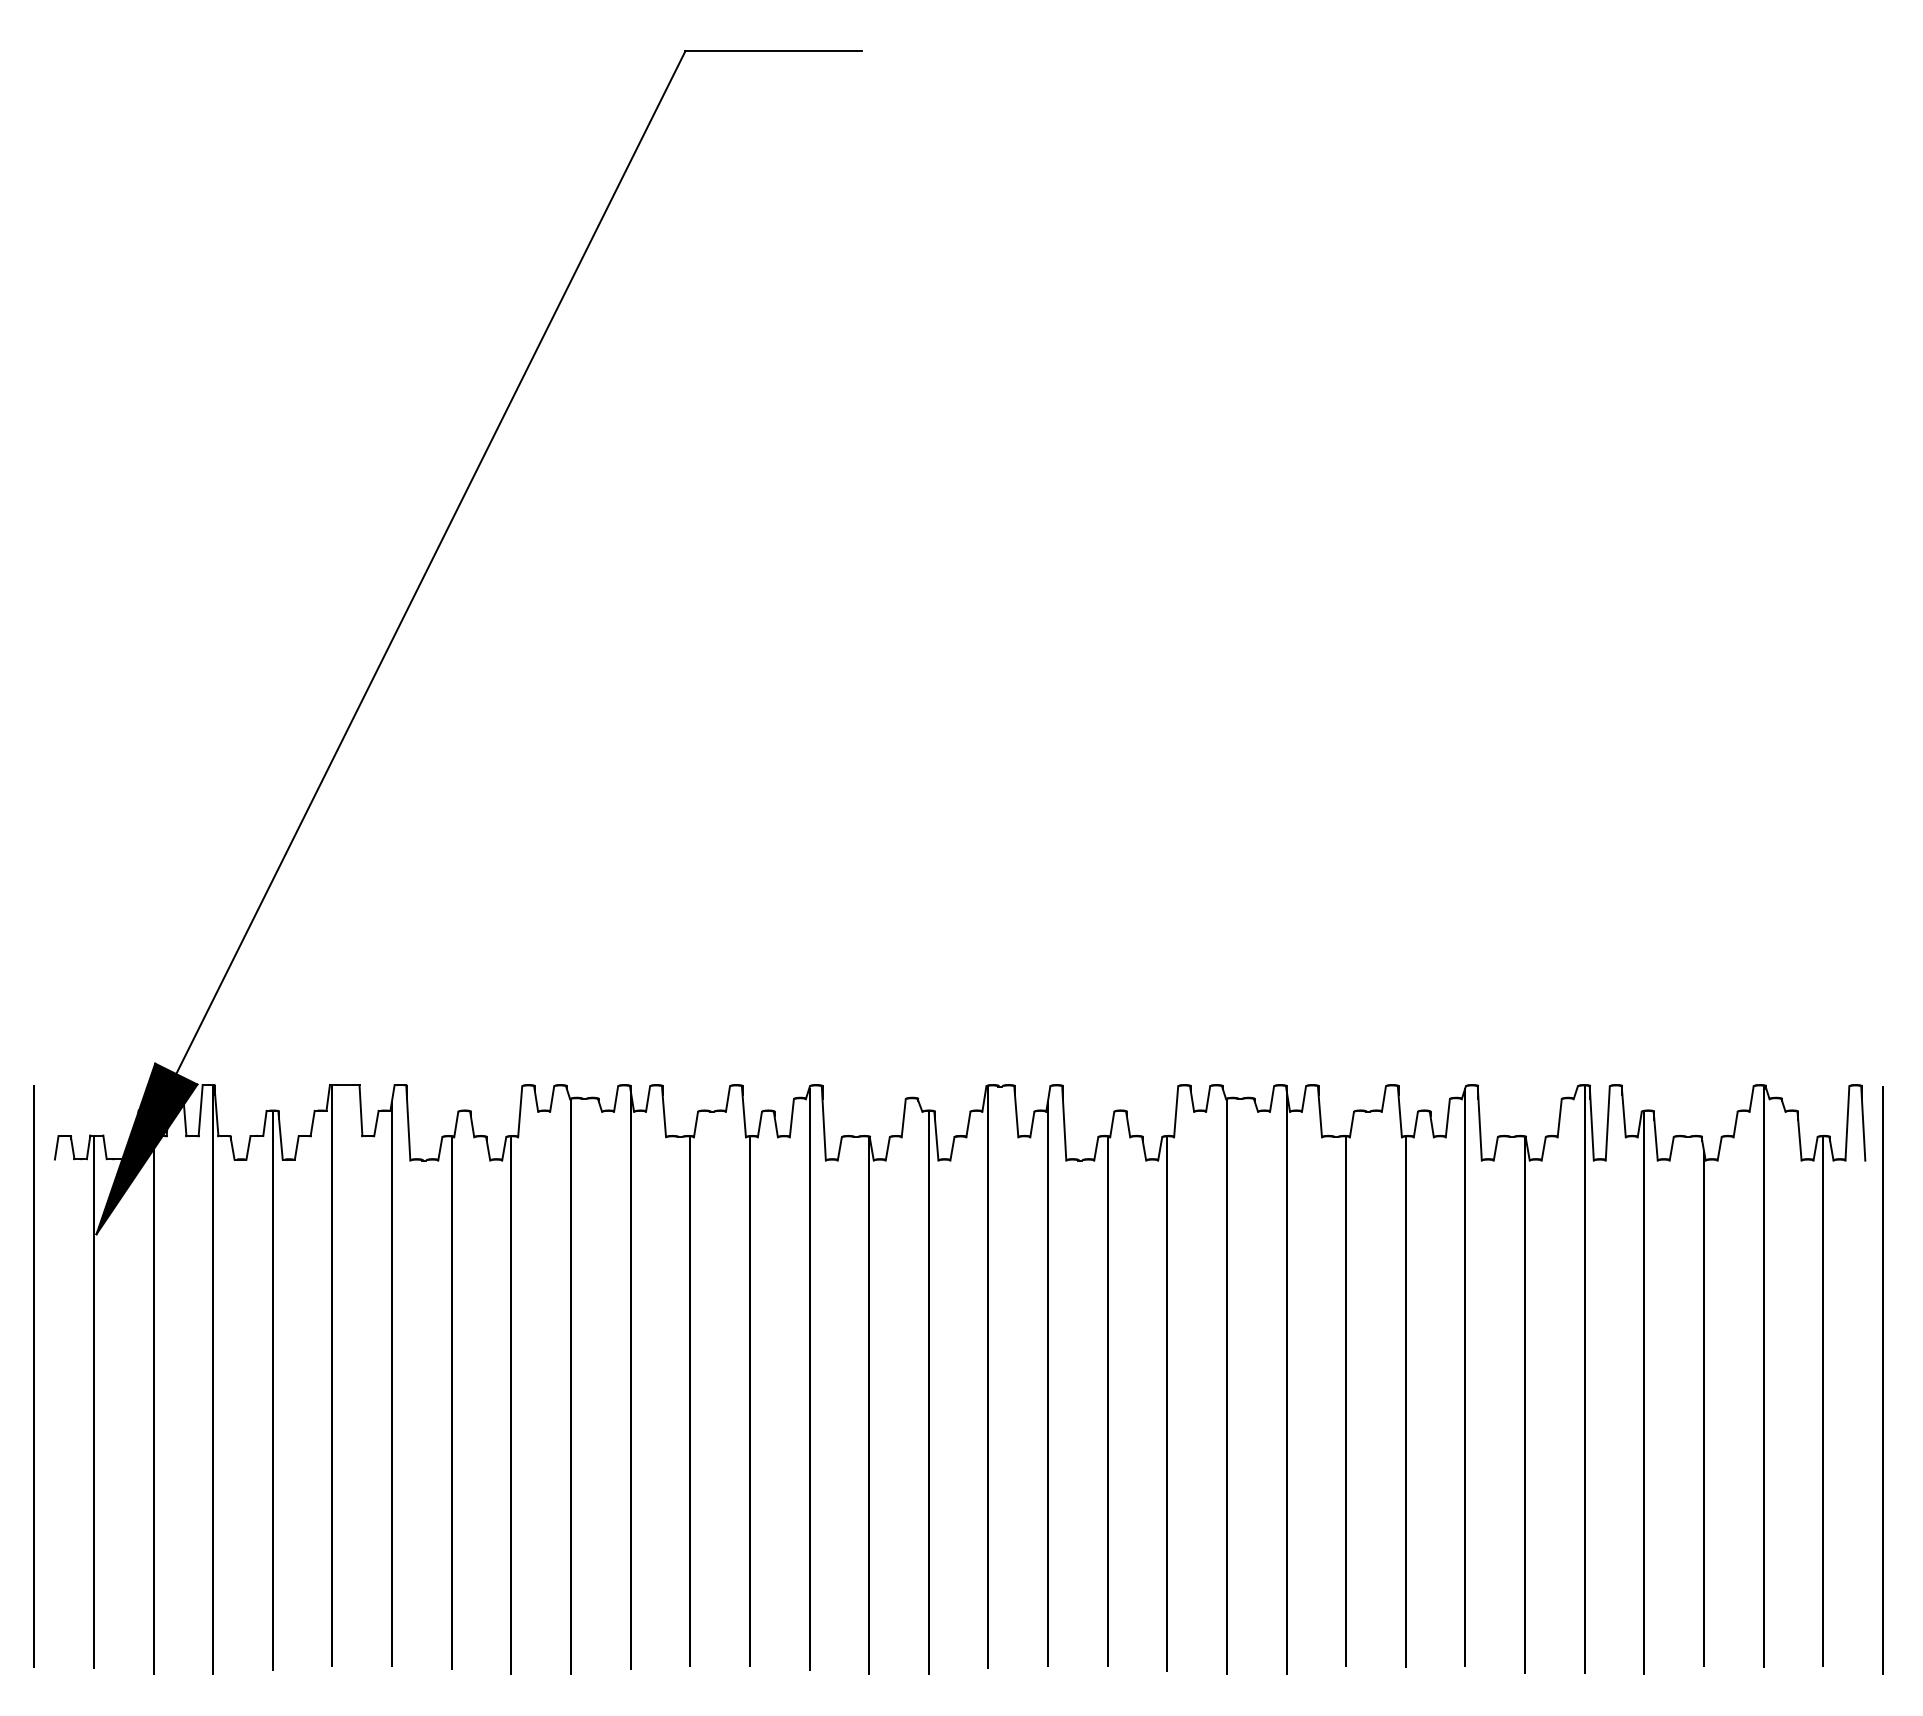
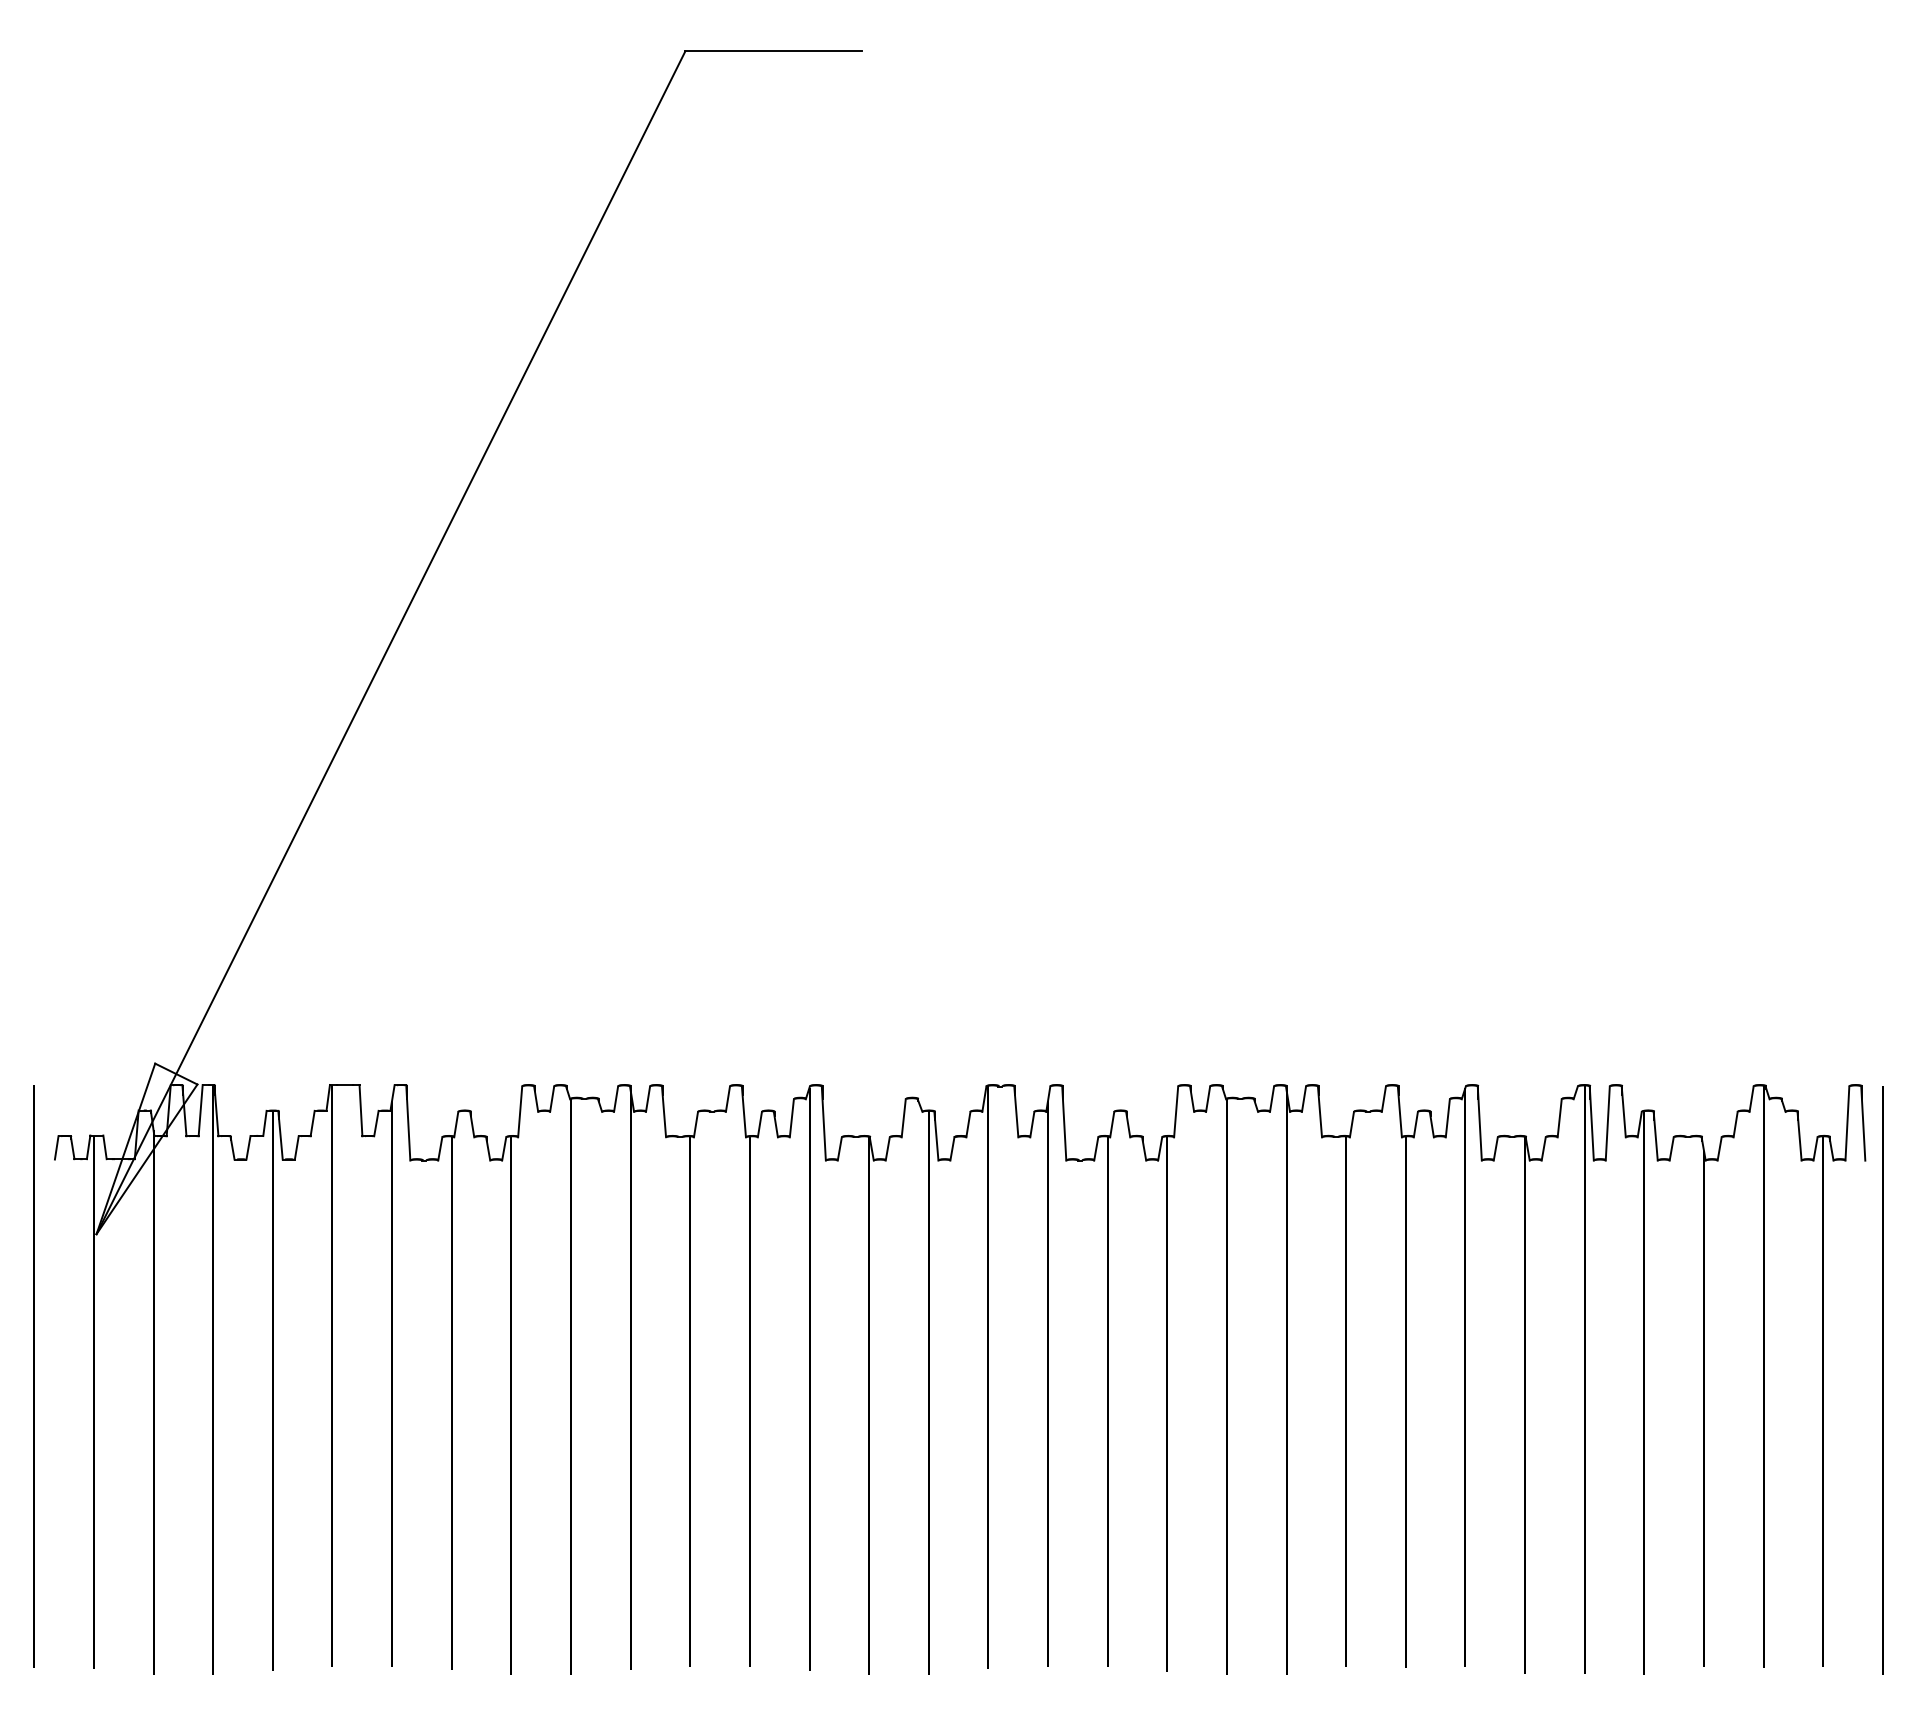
fill at (146, 1148): present -> none
